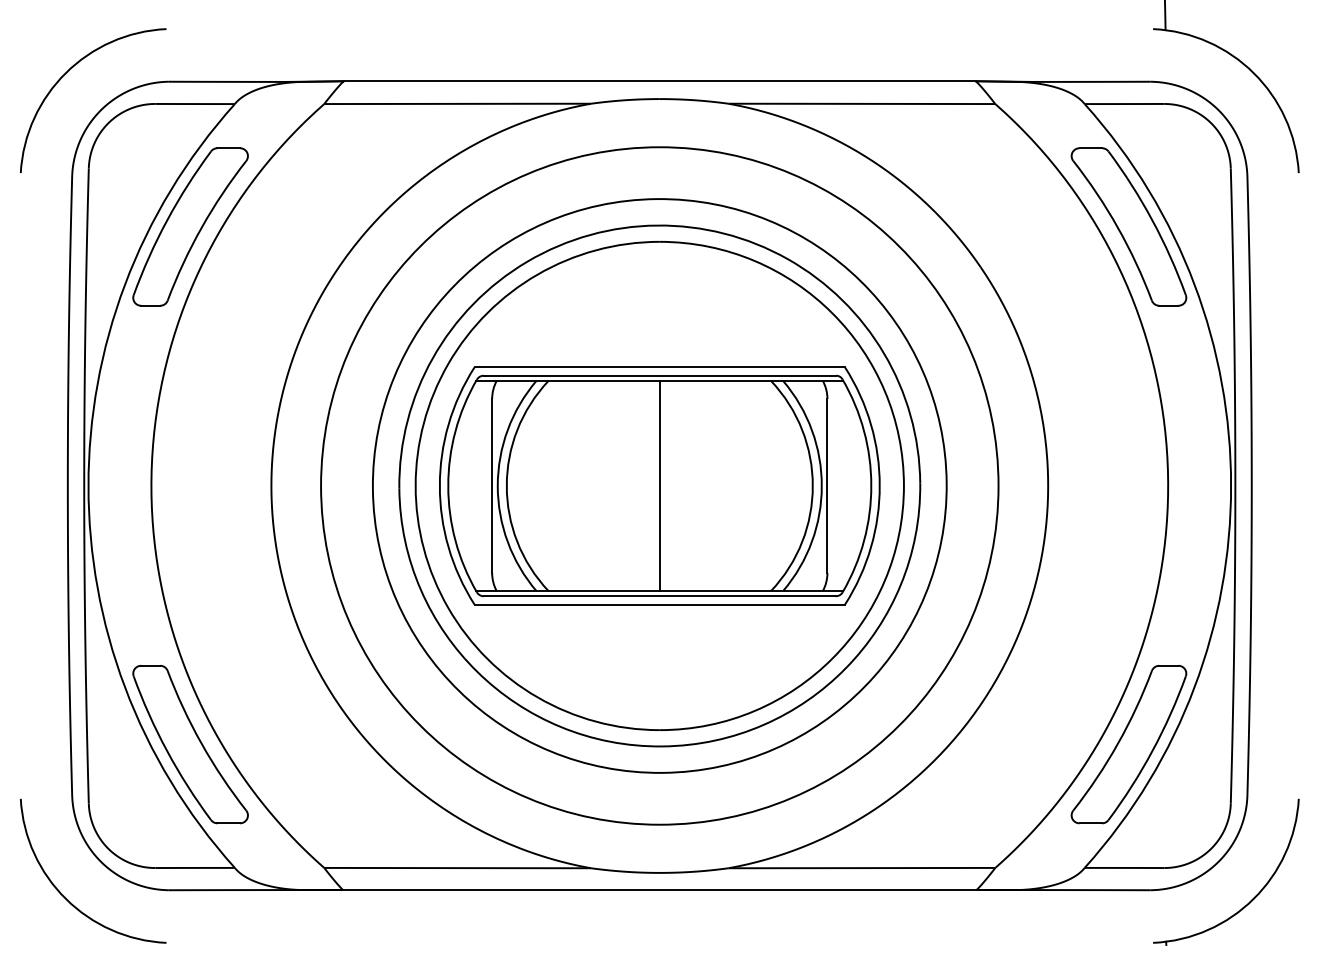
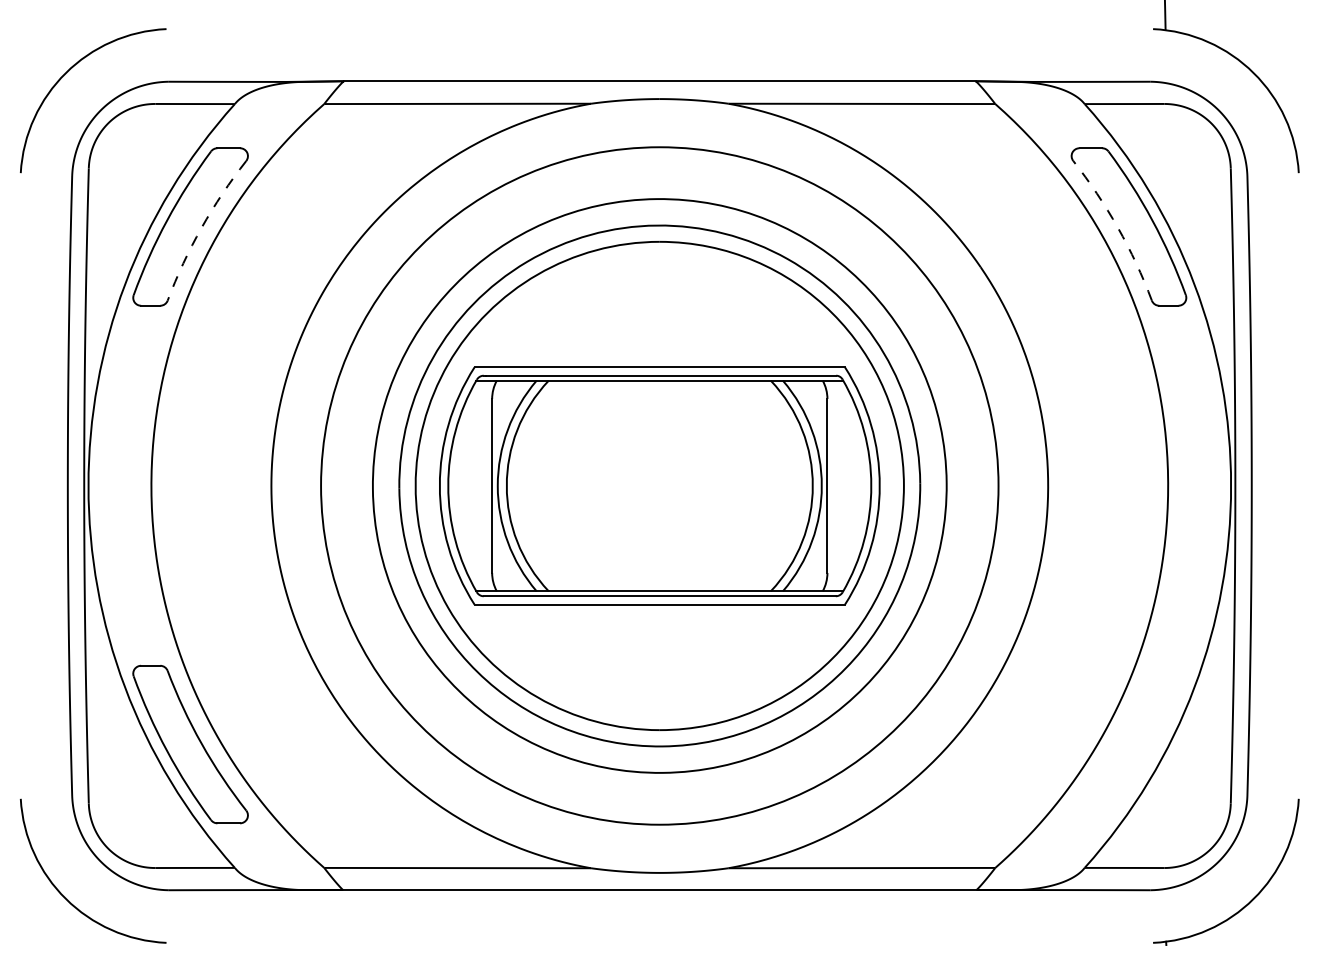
arc at (201, 227): solid -> dashed
arc at (1117, 227): solid -> dashed
line at (659, 485): present -> none
part at (1128, 744): present -> none
